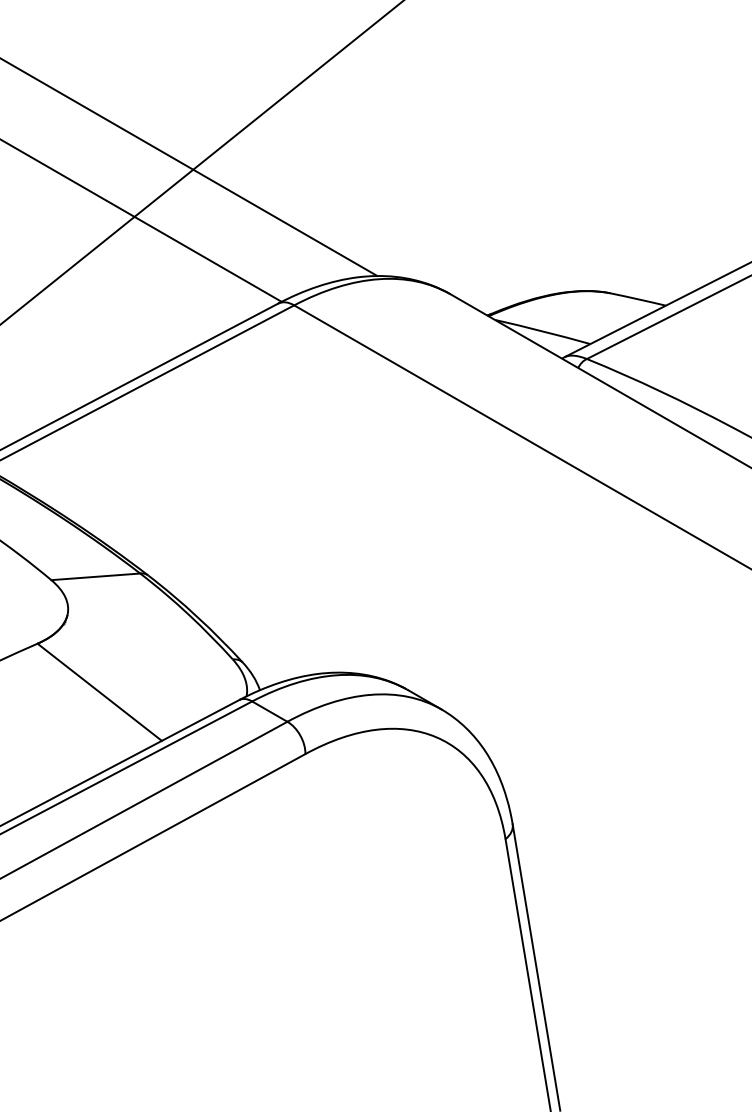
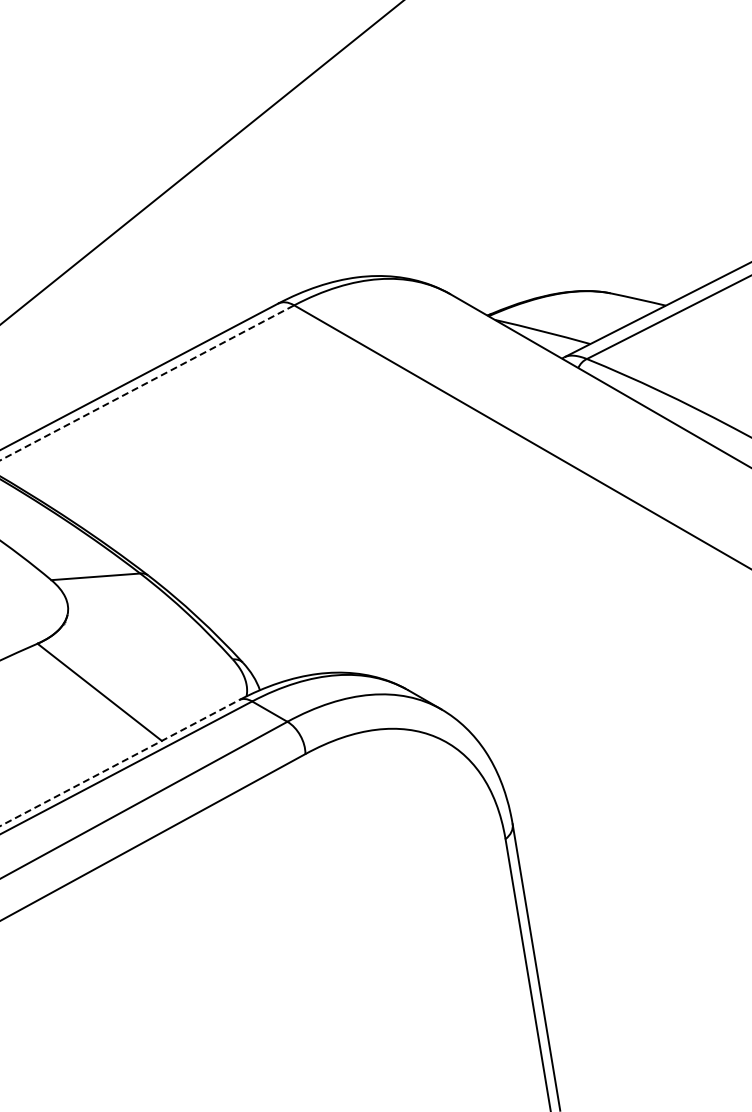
line at (189, 167): present -> none
line at (141, 220): present -> none
line at (147, 382): solid -> dashed
line at (119, 762): solid -> dashed
